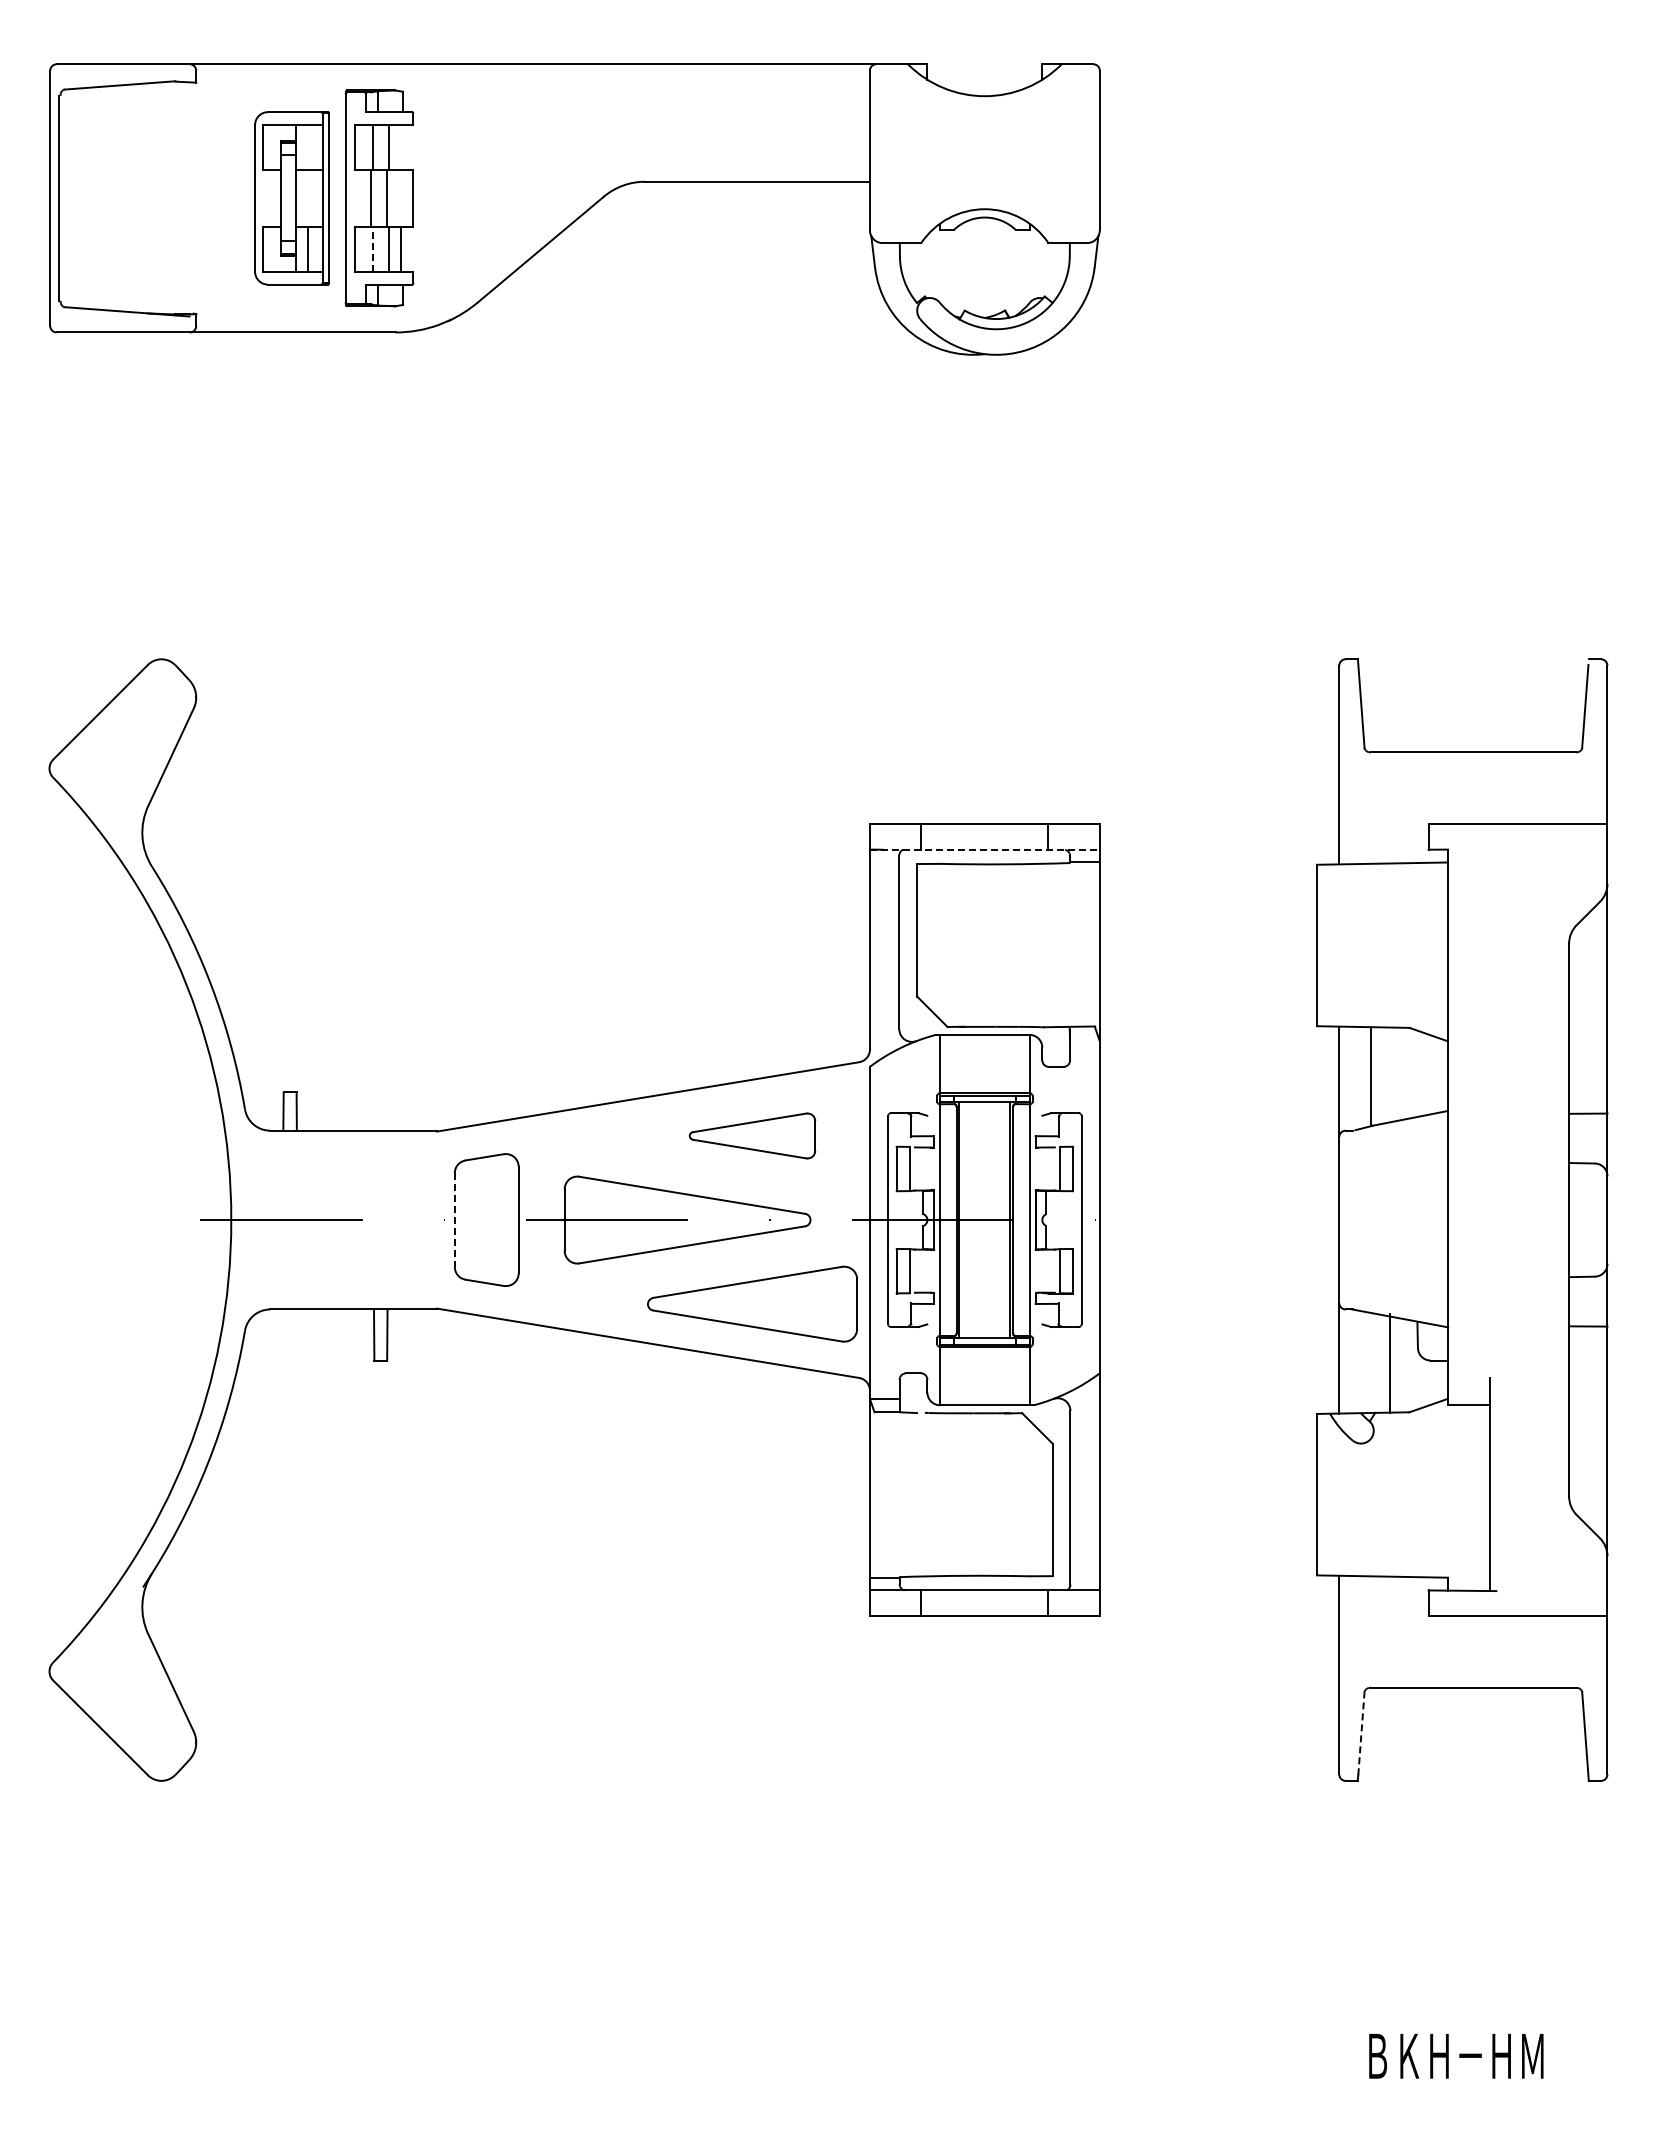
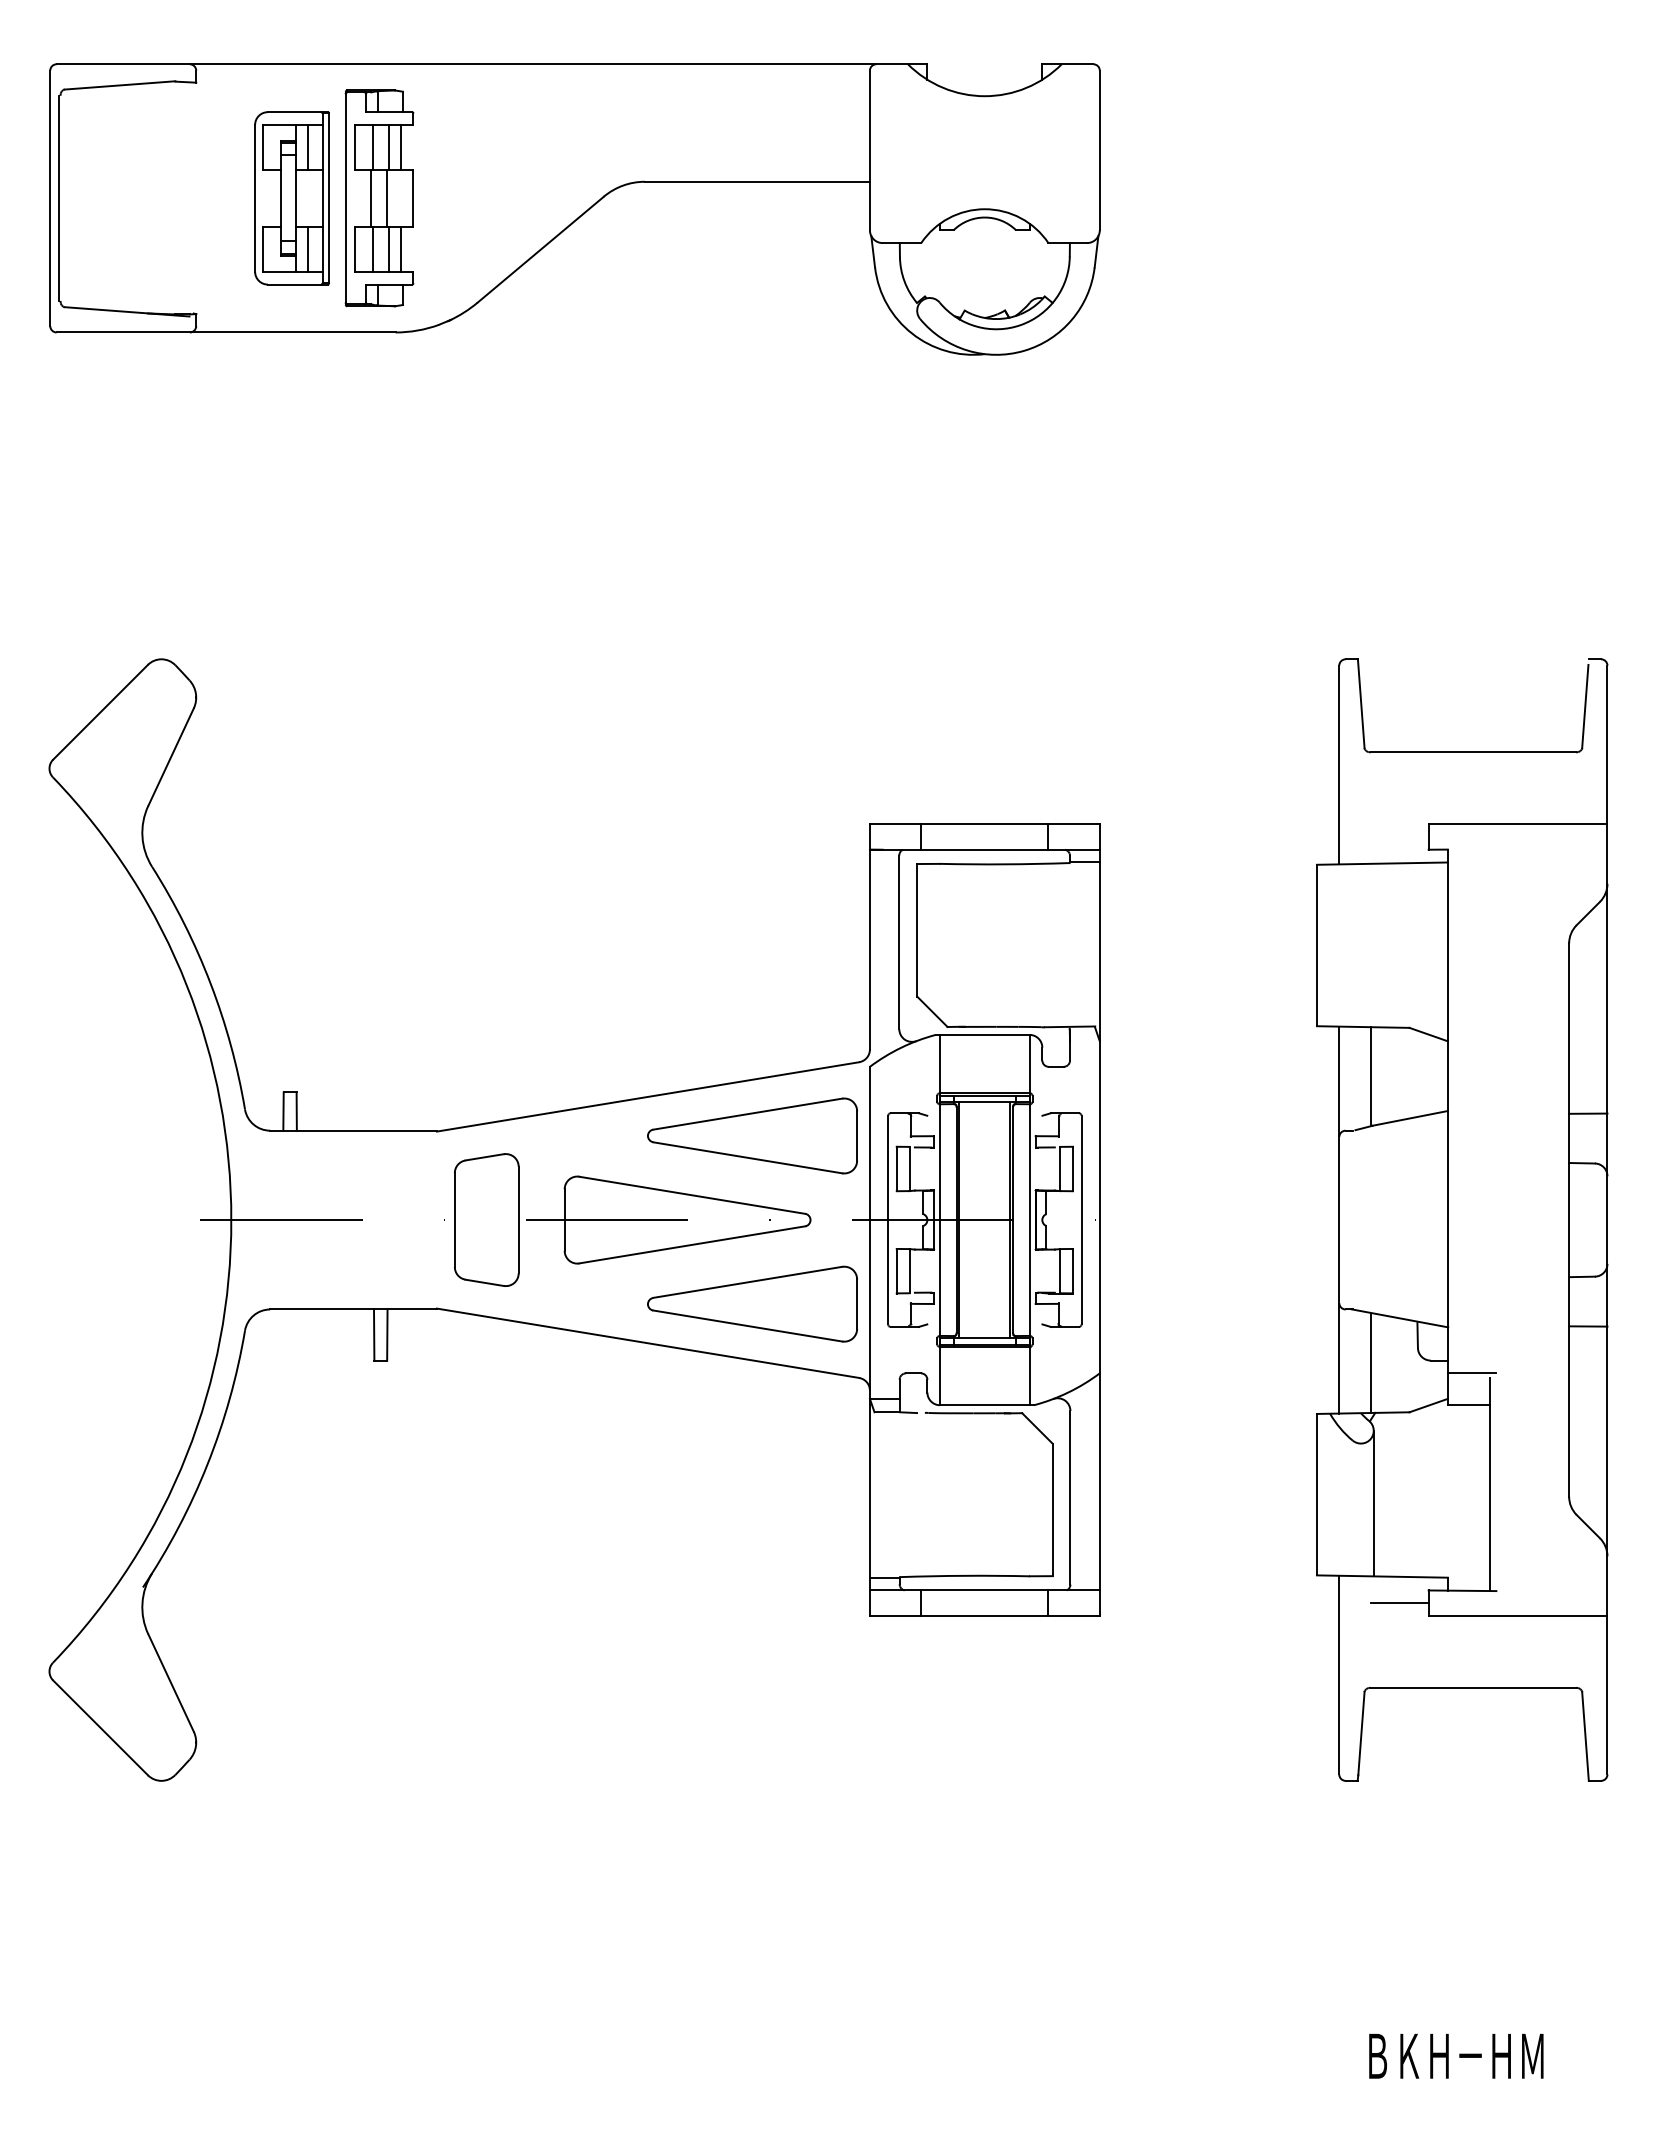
line at (307, 146): none -> present
line at (401, 146): none -> present
line at (372, 248): dashed -> solid
line at (984, 849): dashed -> solid
part at (752, 1135) size: 129x48 px -> 211x78 px
line at (454, 1220): dashed -> solid
line at (1390, 1363) position: (1390, 1363) -> (1371, 1363)
line at (1471, 1373): none -> present
line at (1373, 1503): none -> present
line at (1399, 1603): none -> present
line at (1361, 1733): dashed -> solid
